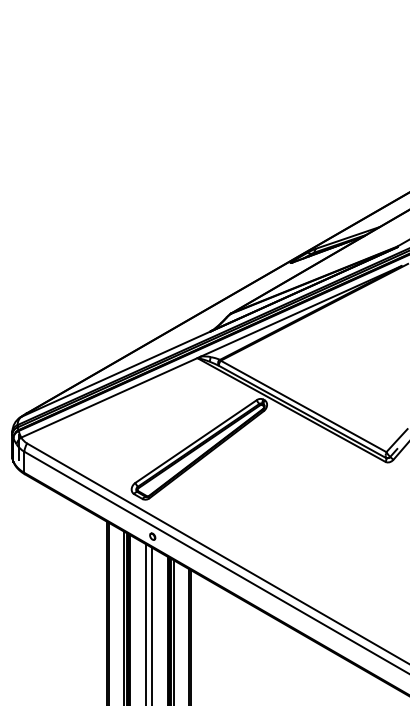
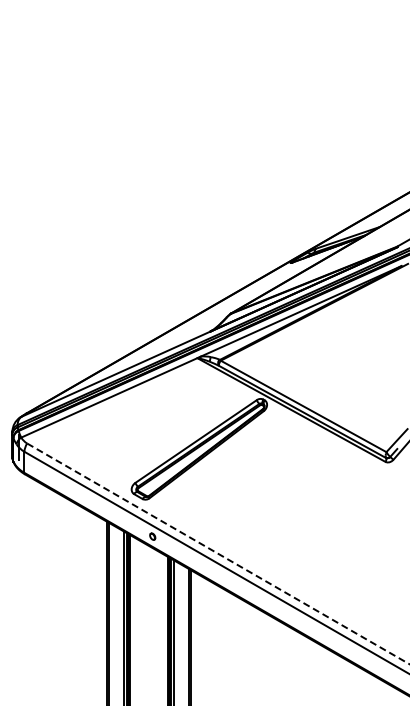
line at (218, 553): solid -> dashed
line at (145, 622): present -> none
line at (152, 624): present -> none
